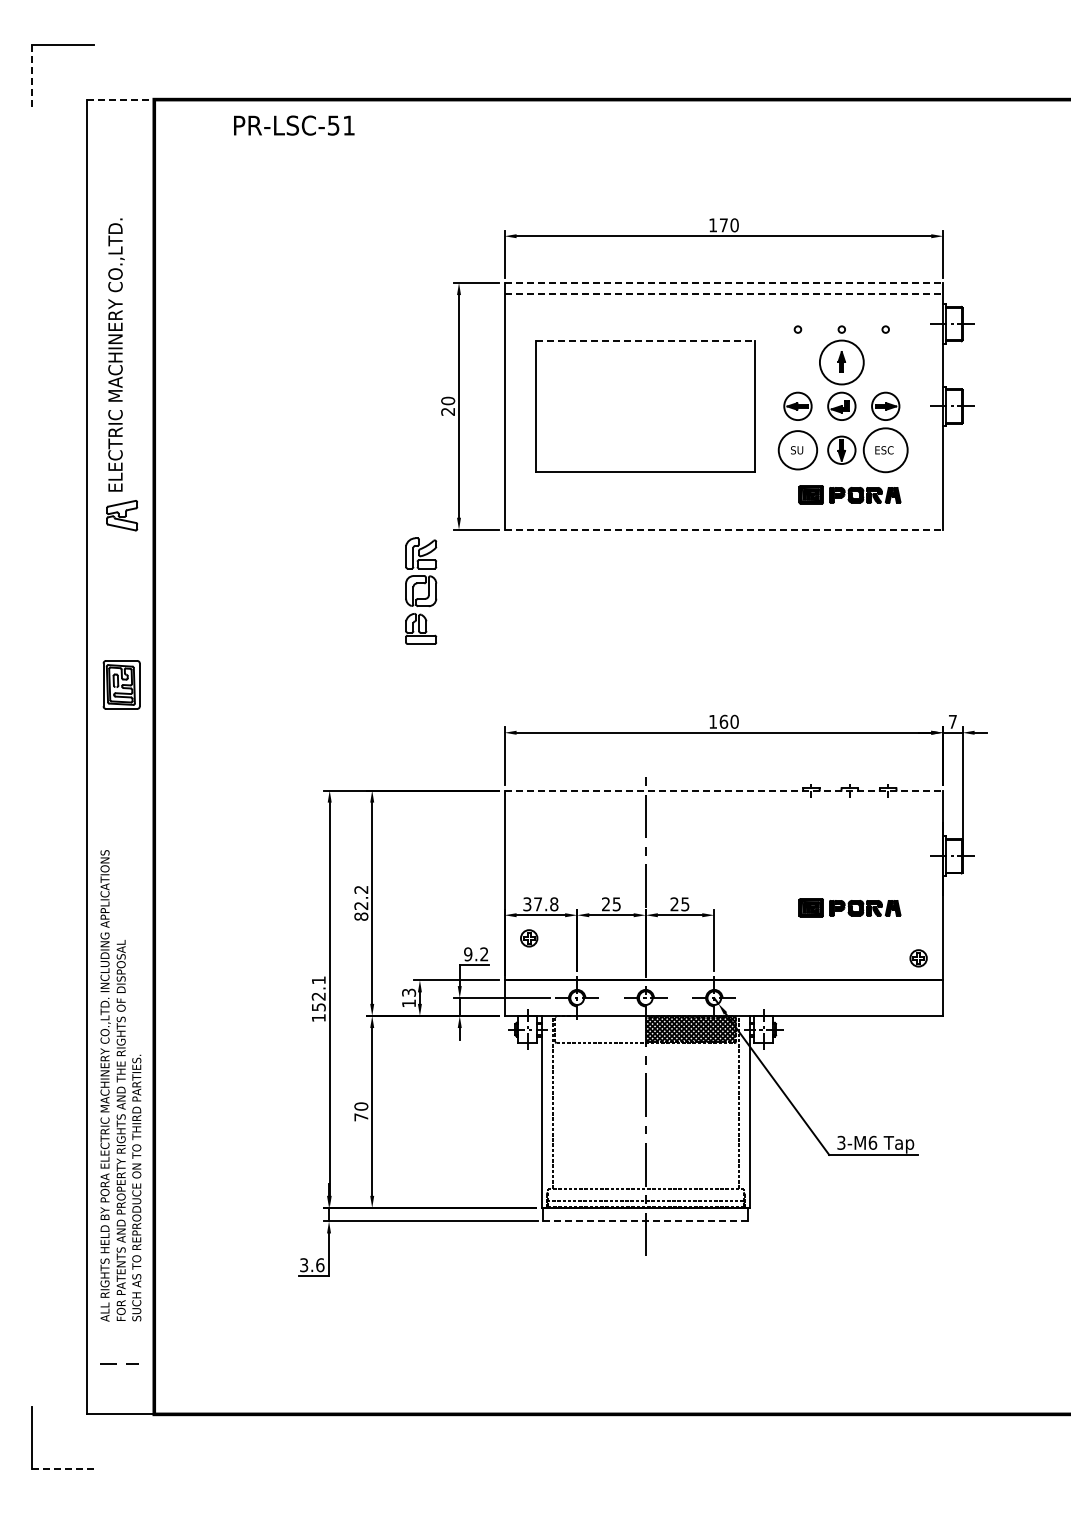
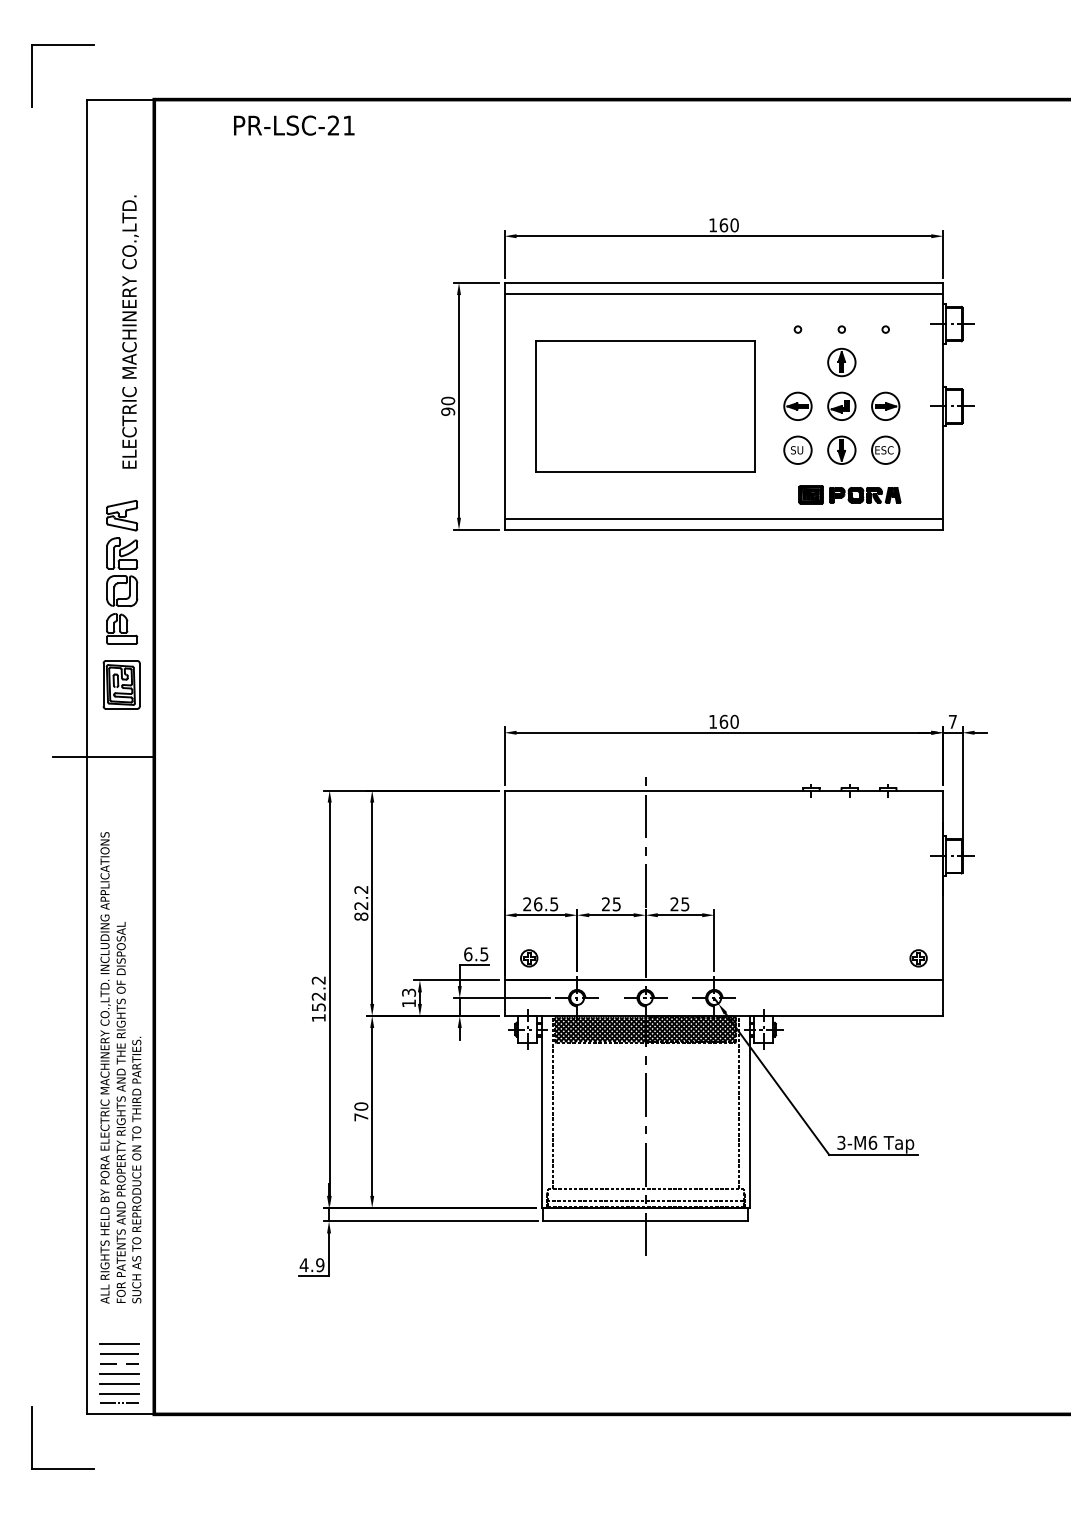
line at (32, 76): dashed -> solid
line at (120, 99): dashed -> solid
text at (333, 125): PR-LSC-51 -> PR-LSC-21
text at (723, 225): 170 -> 160
line at (724, 282): dashed -> solid
line at (724, 293): dashed -> solid
line at (645, 341): dashed -> solid
text at (116, 354) position: (116, 354) -> (130, 331)
circle at (841, 362) diameter: 44 px -> 27 px
text at (448, 411): 20 -> 90
circle at (797, 450) diameter: 38 px -> 27 px
circle at (885, 450) diameter: 44 px -> 27 px
line at (723, 518): none -> present
line at (724, 529): dashed -> solid
part at (424, 584) position: (424, 584) -> (125, 584)
line at (103, 756): none -> present
line at (724, 790): dashed -> solid
text at (540, 904): 37.8 -> 26.5
part at (849, 907): present -> none
part at (529, 938) position: (529, 938) -> (529, 958)
text at (476, 954): 9.2 -> 6.5
text at (318, 980): 152.1 -> 152.2
hatch at (600, 1029): none -> present
text at (120, 1085) position: (120, 1085) -> (120, 1067)
line at (645, 1221): dashed -> solid
text at (311, 1265): 3.6 -> 4.9
line at (119, 1344): none -> present
line at (119, 1354): none -> present
line at (119, 1373): none -> present
line at (119, 1383): none -> present
line at (119, 1393): none -> present
line at (119, 1403): none -> present
line at (63, 1468): dashed -> solid
